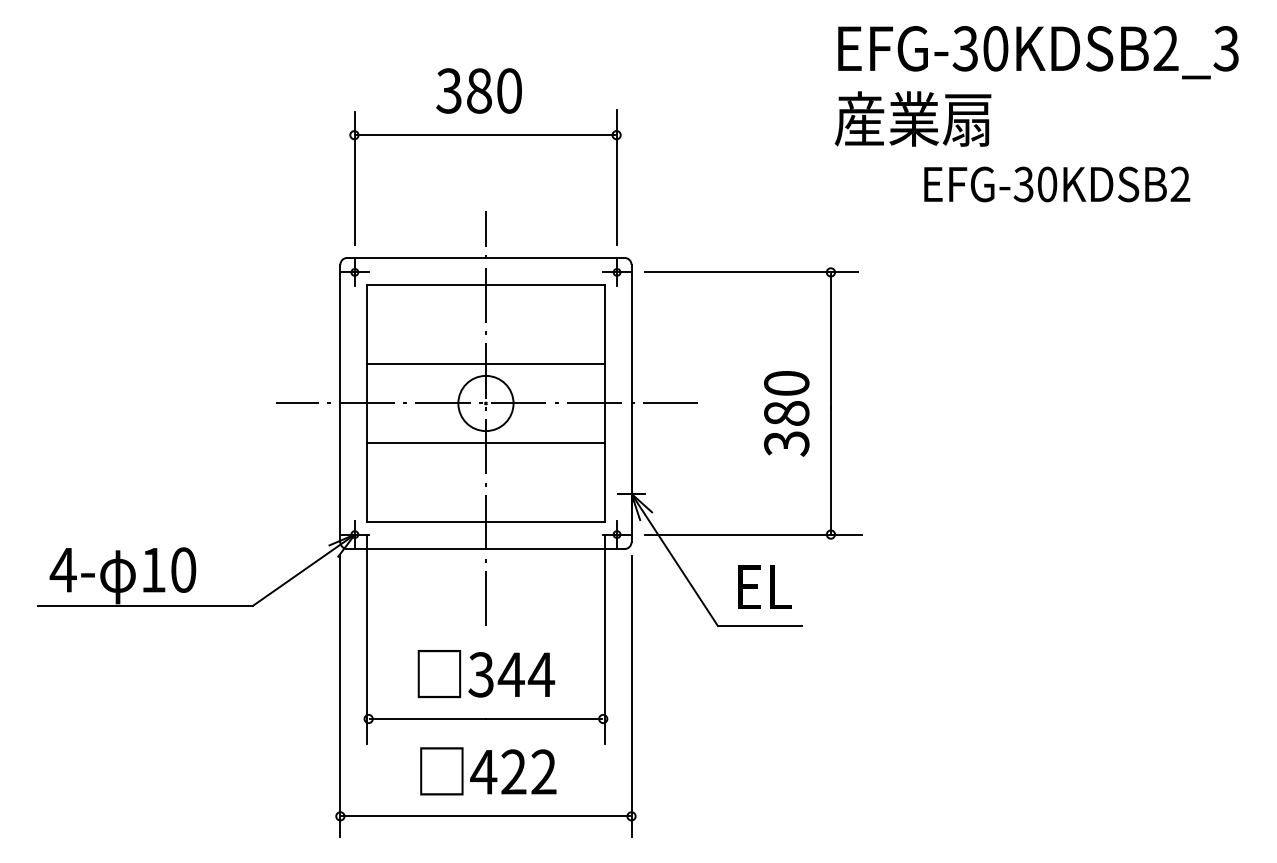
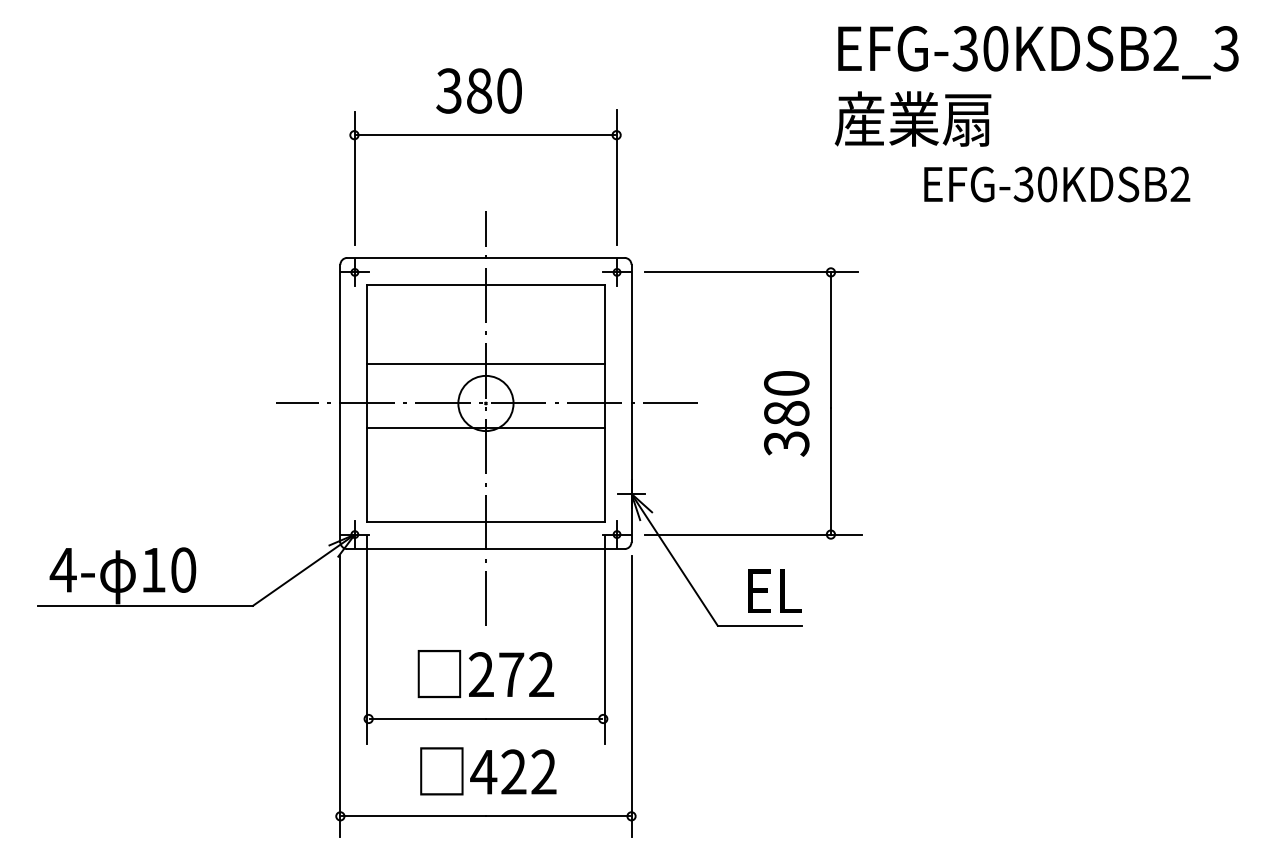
line at (485, 443) position: (485, 443) -> (485, 428)
text at (764, 586) position: (764, 586) -> (774, 590)
text at (511, 674): 344 -> 272
